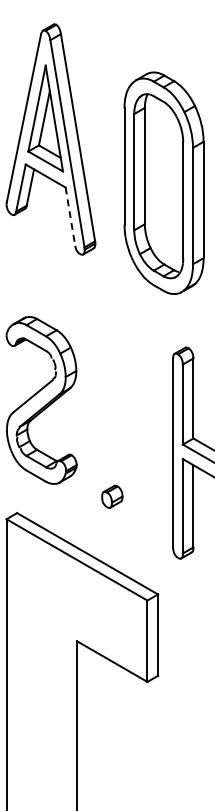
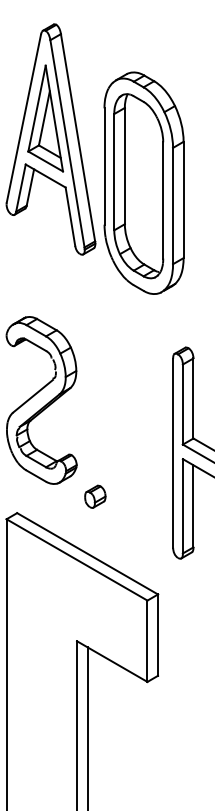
part at (163, 182) position: (163, 182) -> (143, 182)
line at (70, 216): dashed -> solid
part at (112, 496) position: (112, 496) -> (95, 496)
line at (87, 727): none -> present
